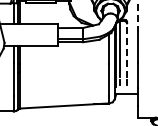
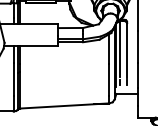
line at (138, 16): dashed -> solid
line at (127, 50): dashed -> solid
